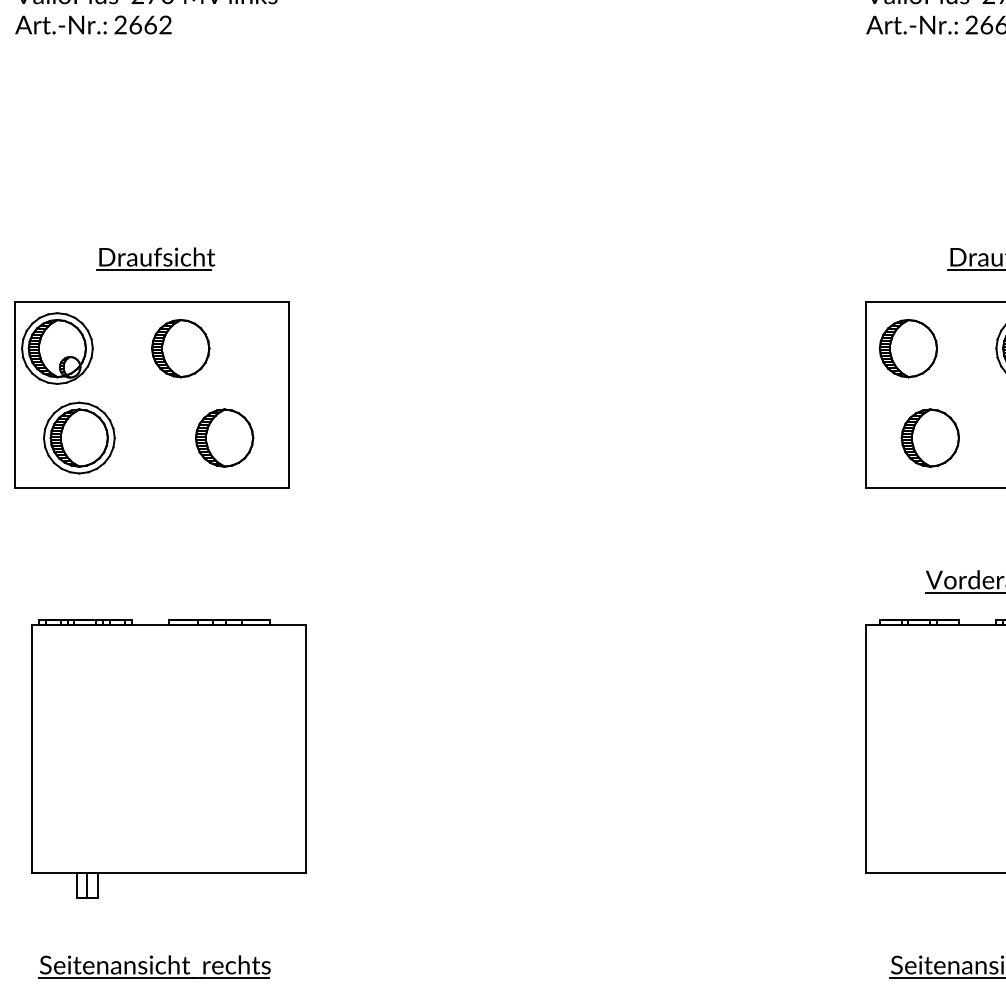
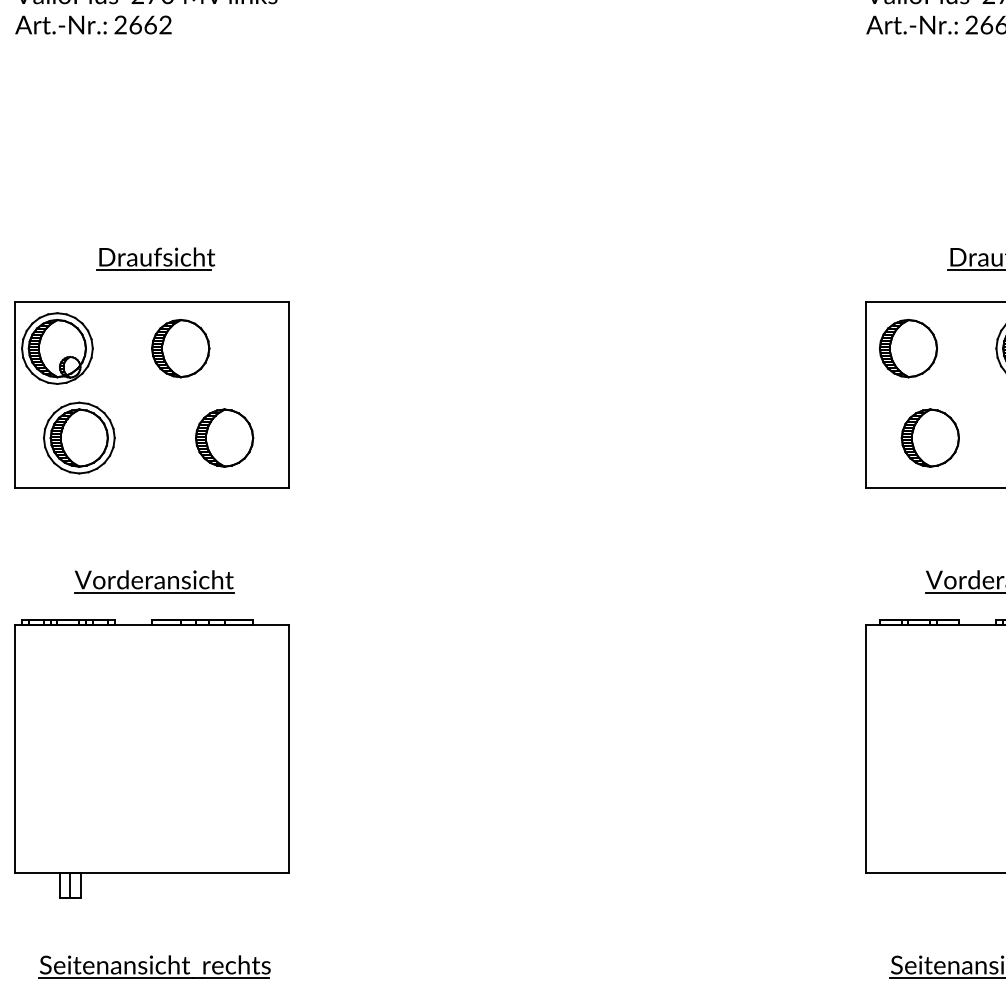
part at (154, 581): none -> present
part at (168, 758) position: (168, 758) -> (151, 758)
